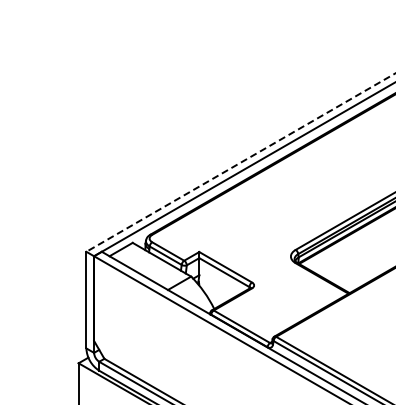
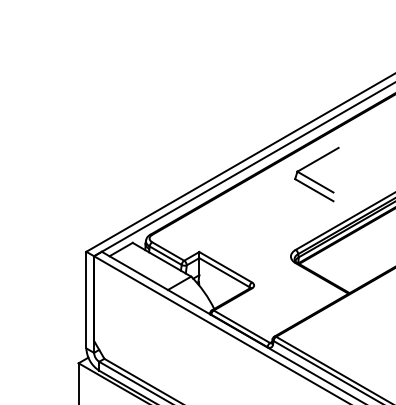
line at (240, 162): dashed -> solid
part at (316, 174): none -> present
